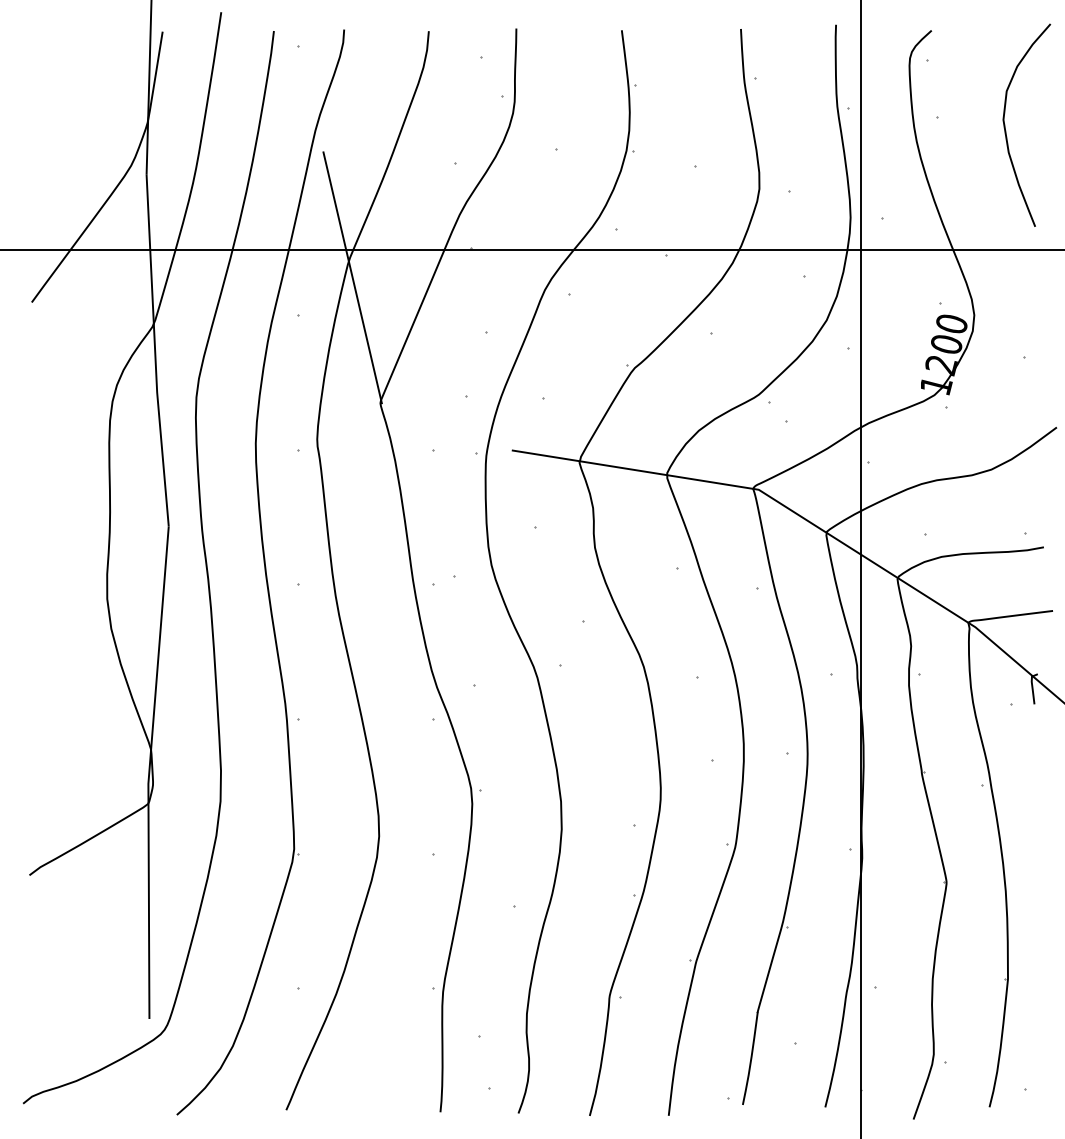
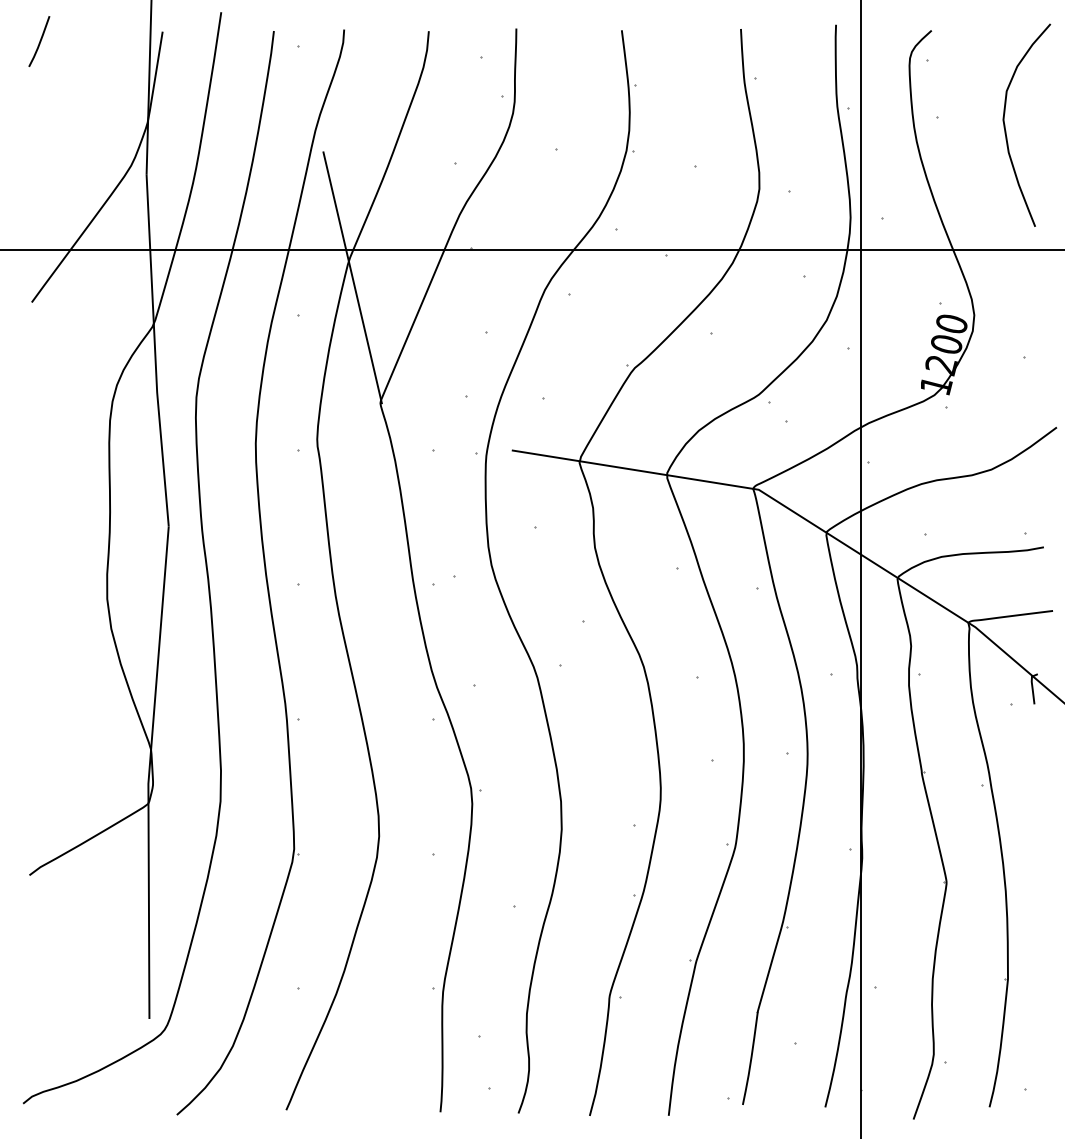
line at (39, 41): none -> present
